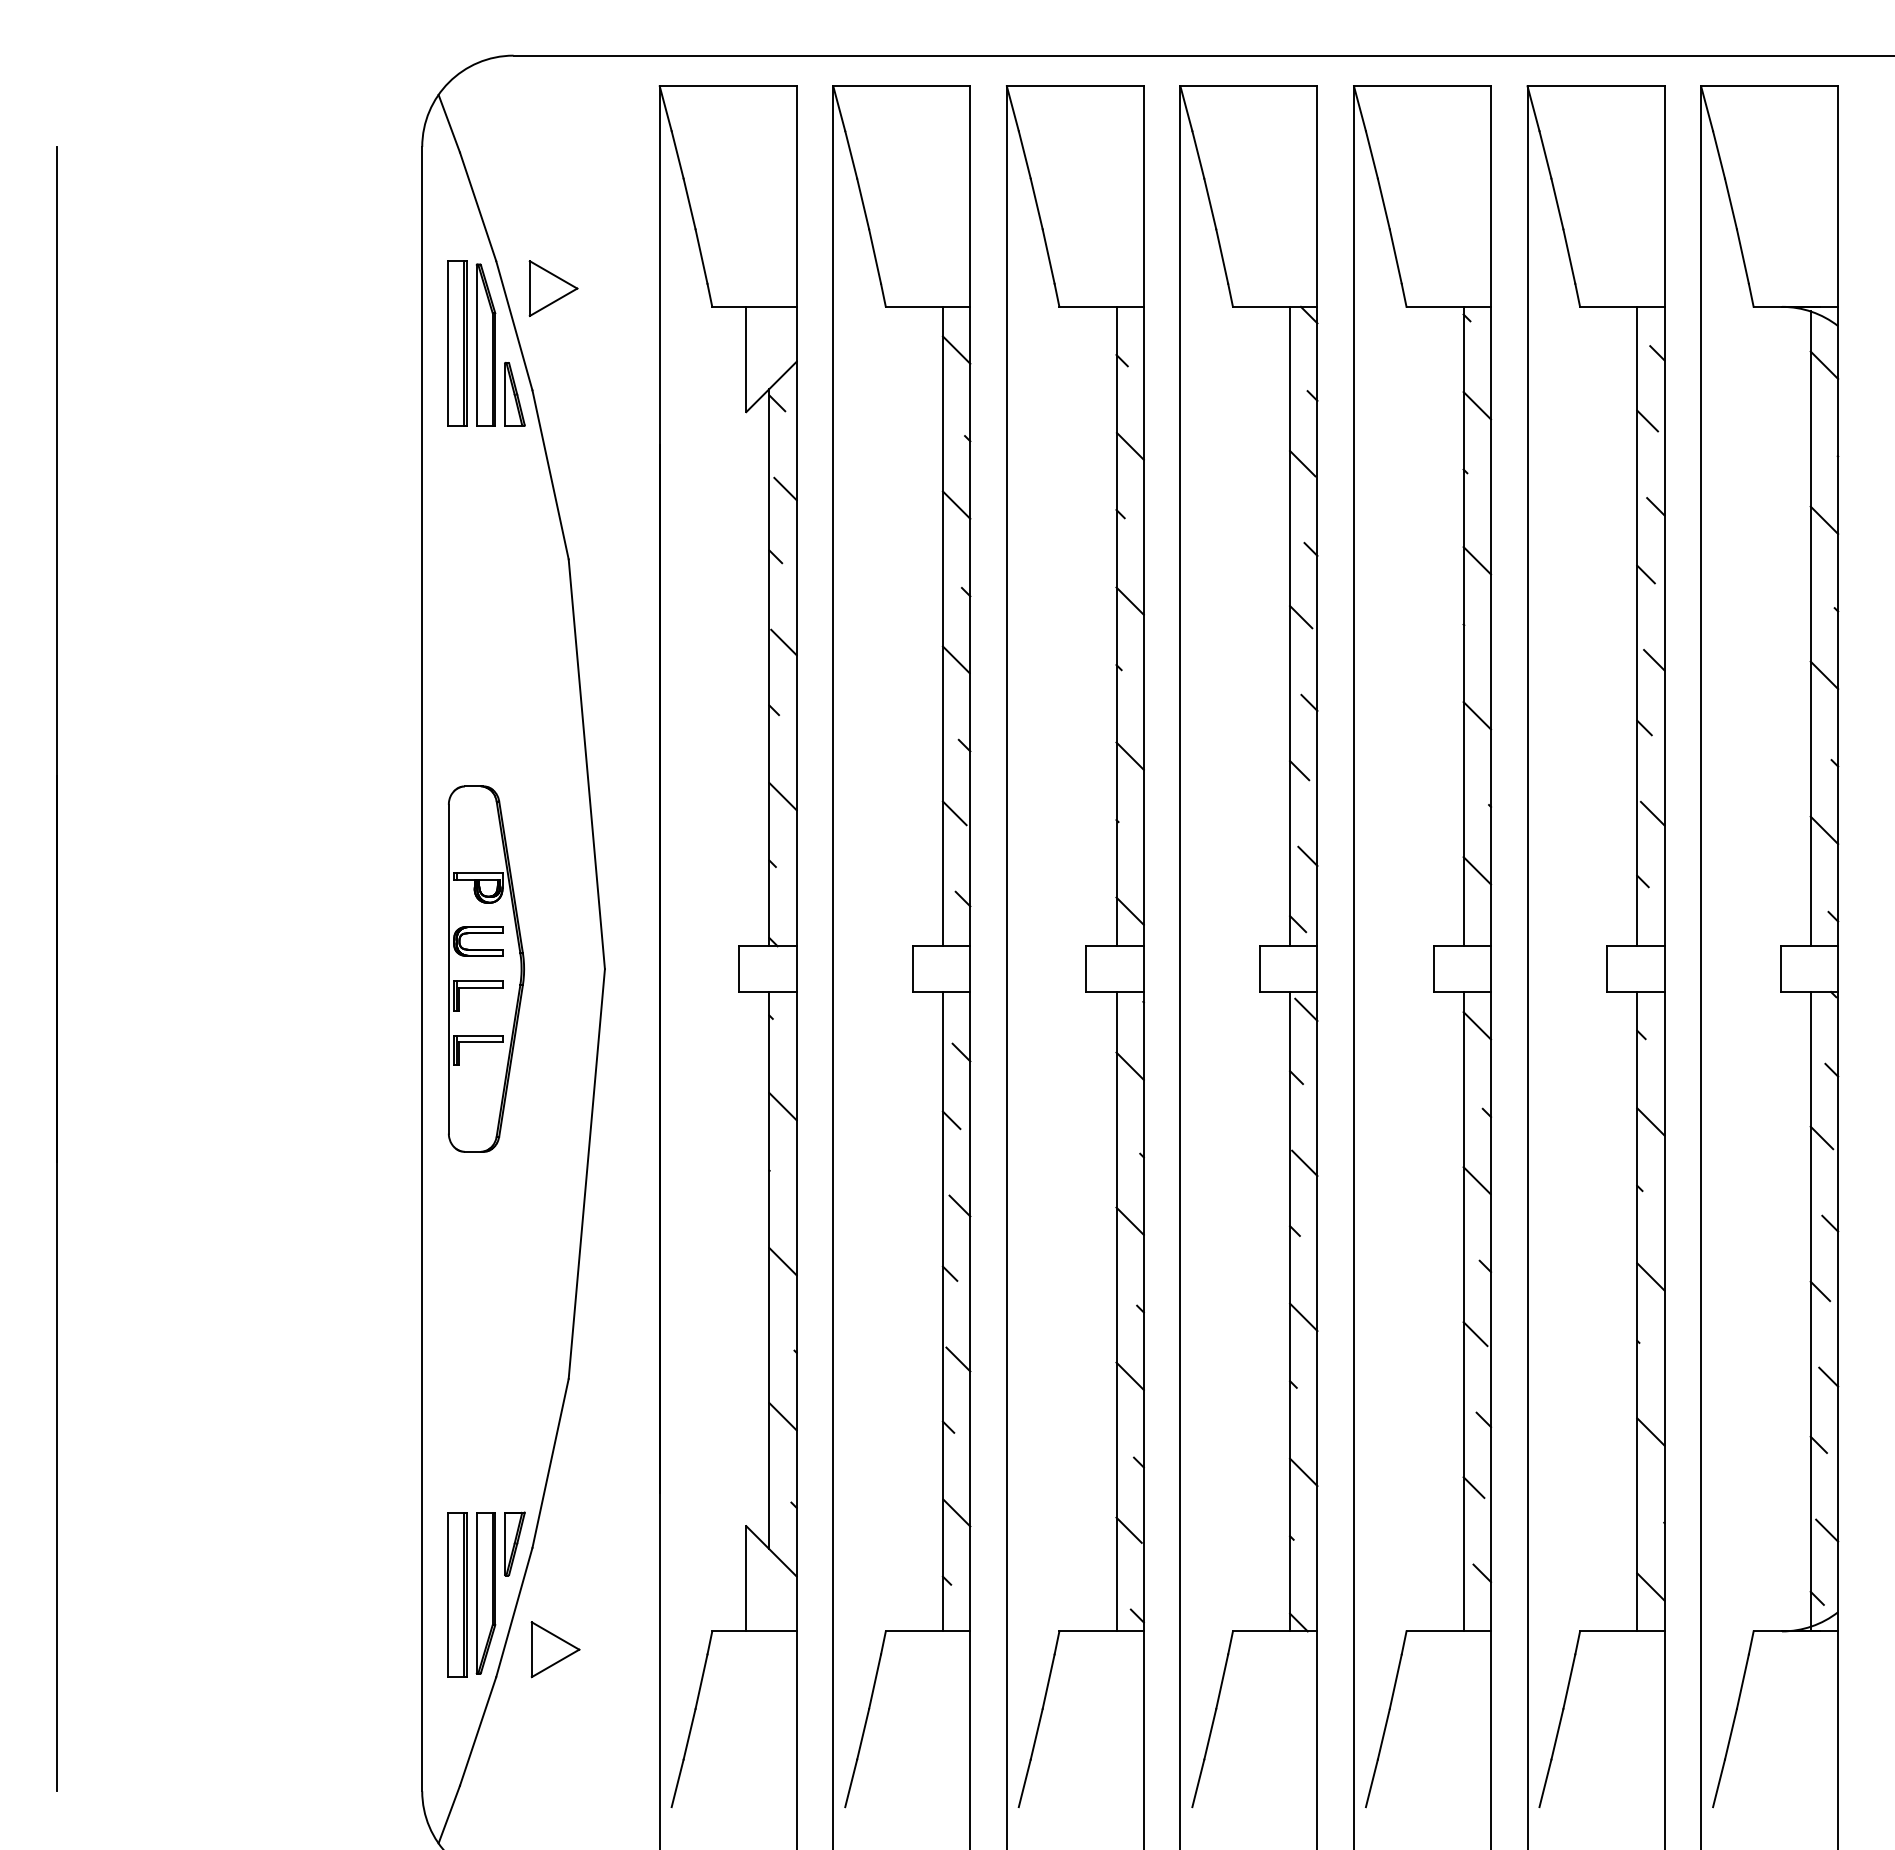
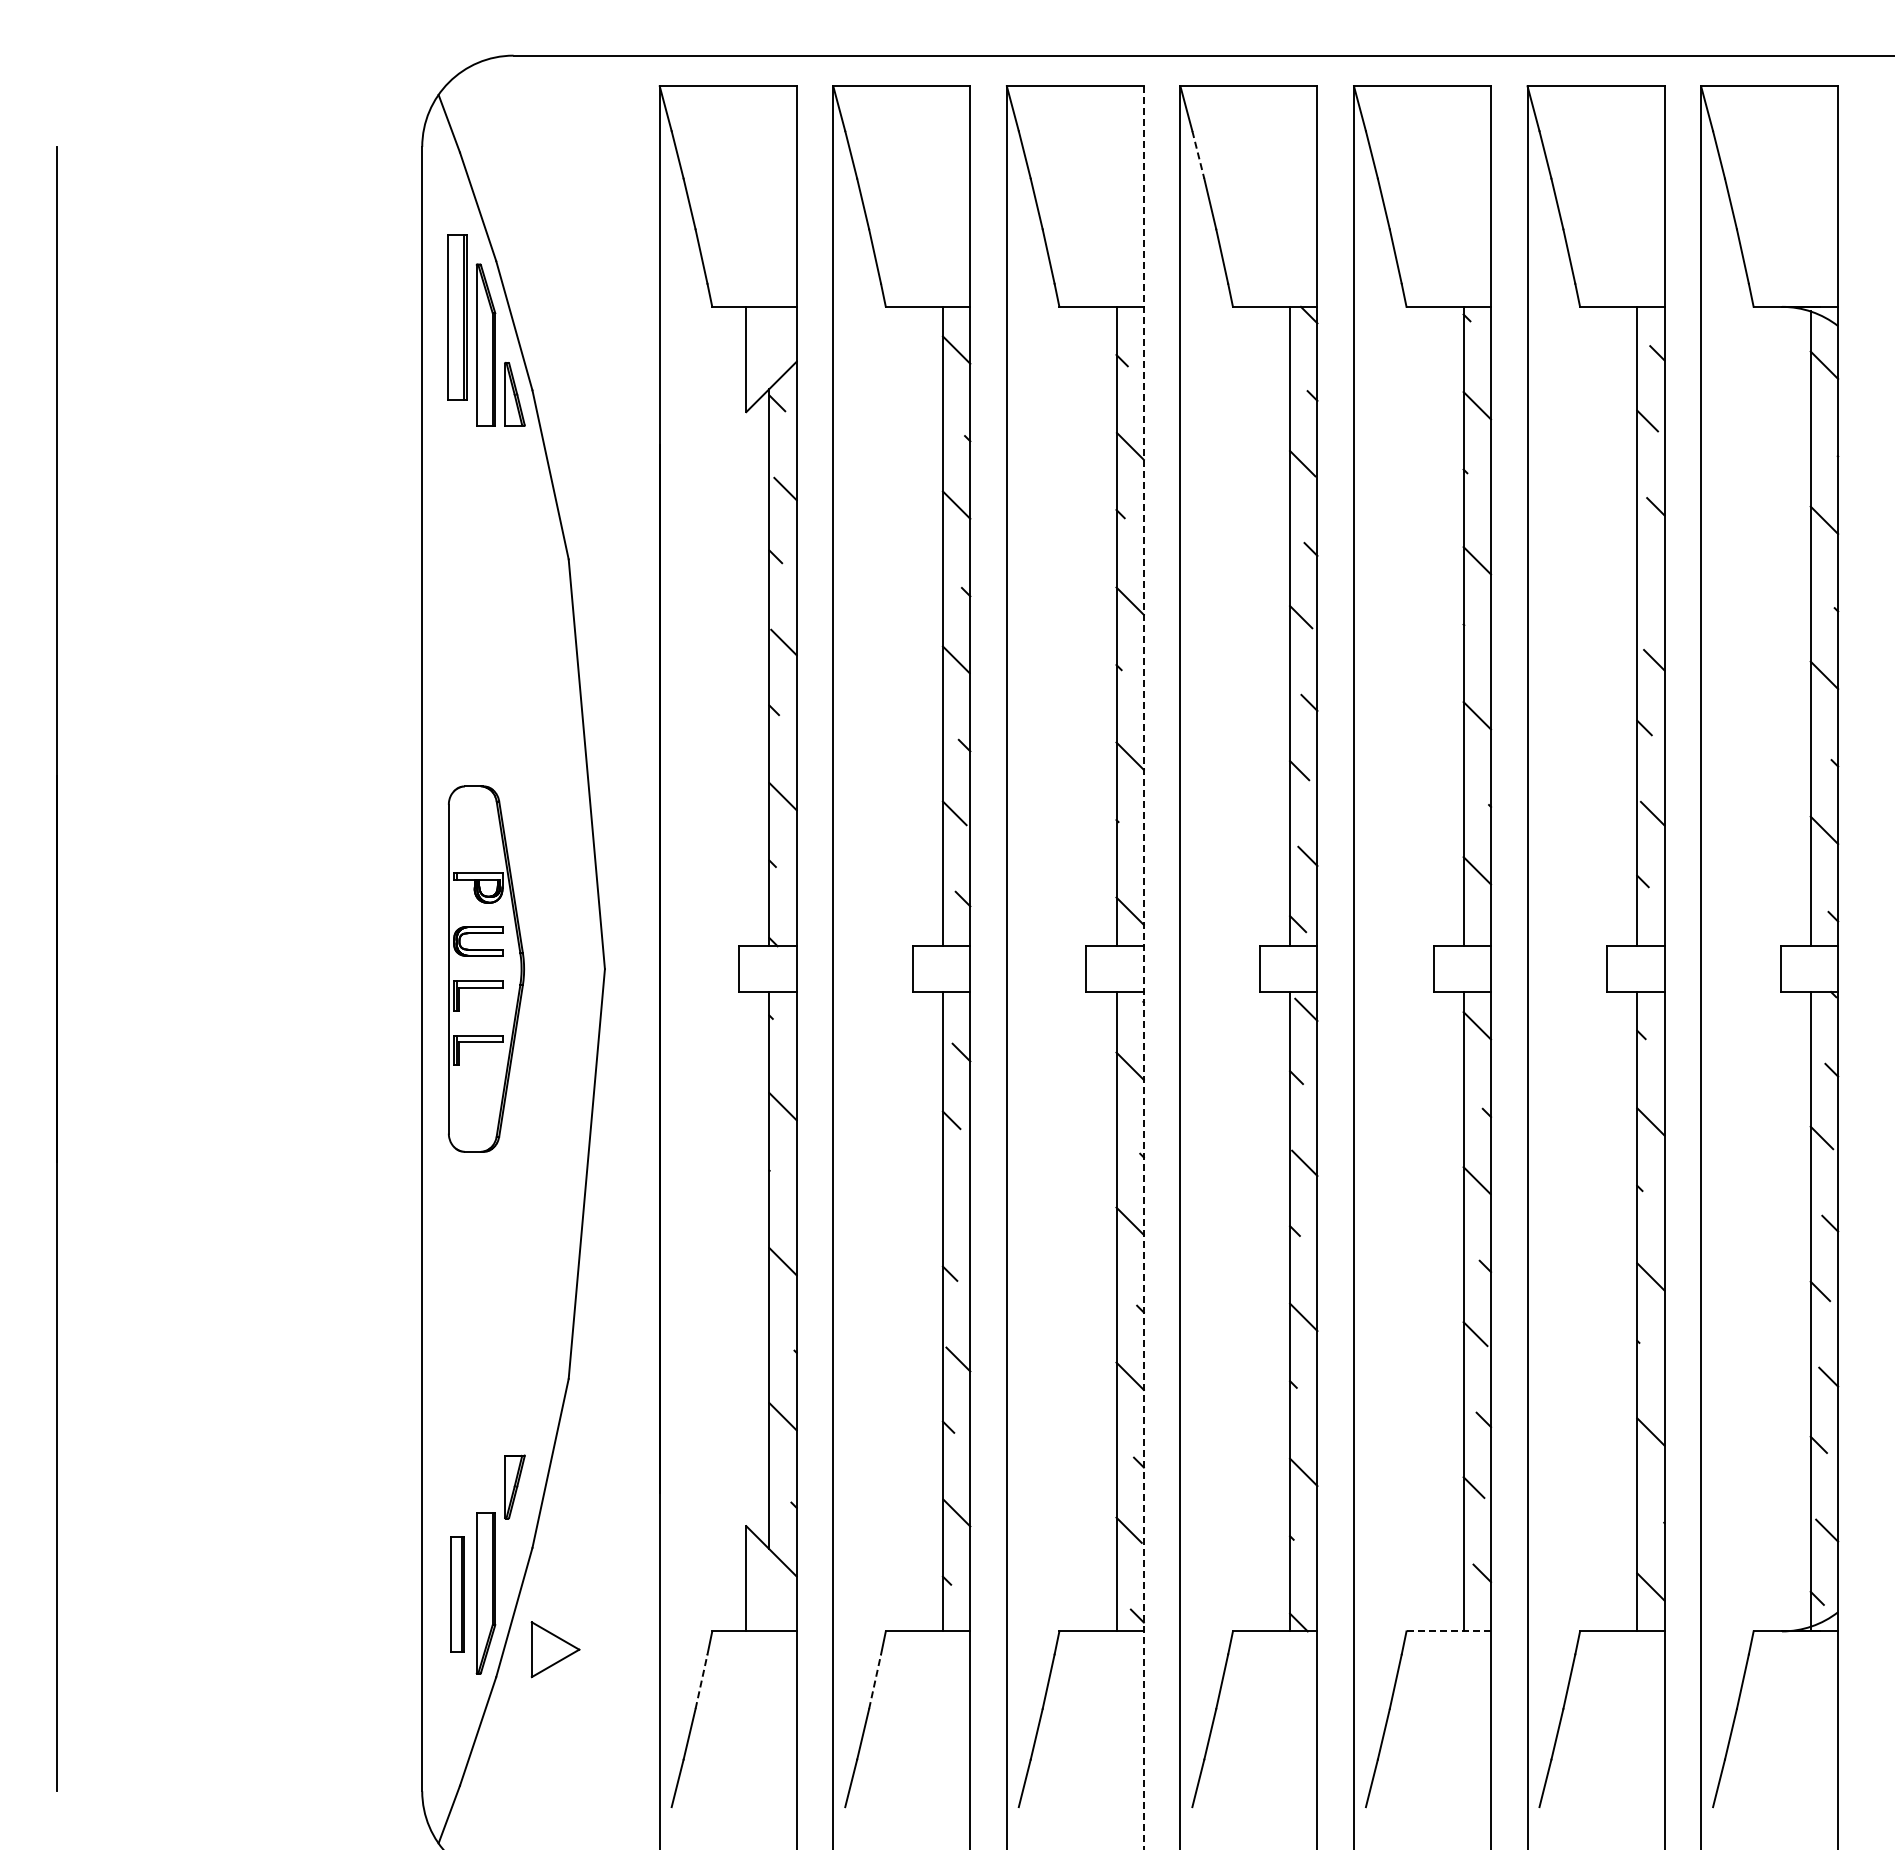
line at (1198, 155): solid -> dashed
part at (553, 288): present -> none
part at (457, 343) position: (457, 343) -> (457, 317)
line at (1645, 574): present -> none
line at (1143, 968): solid -> dashed
line at (959, 1205): present -> none
part at (514, 1543) position: (514, 1543) -> (514, 1486)
part at (457, 1594) size: 21x166 px -> 15x117 px
line at (1448, 1631): solid -> dashed
line at (701, 1681): solid -> dashed
line at (875, 1681): solid -> dashed
